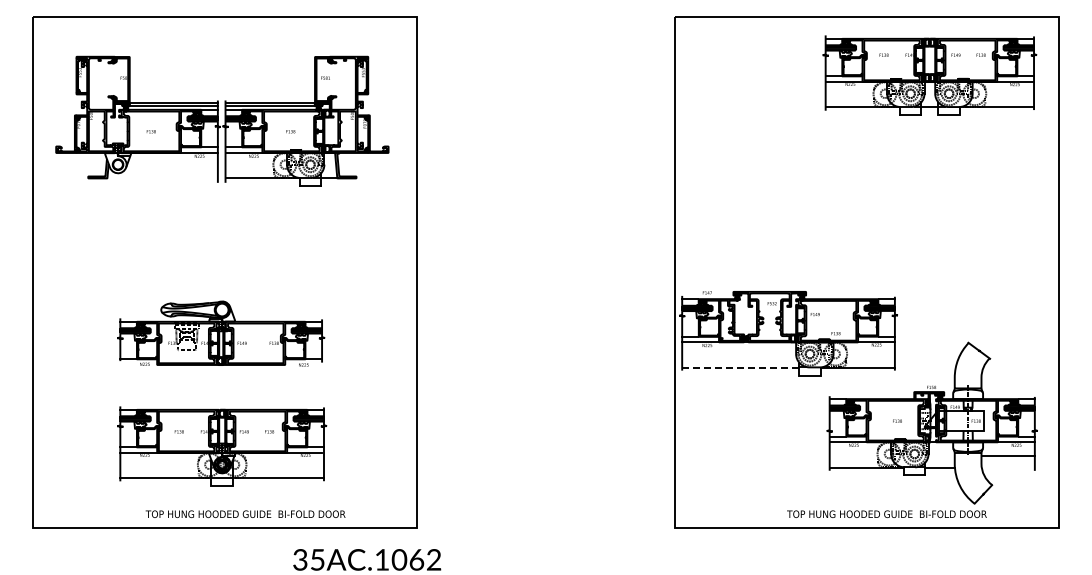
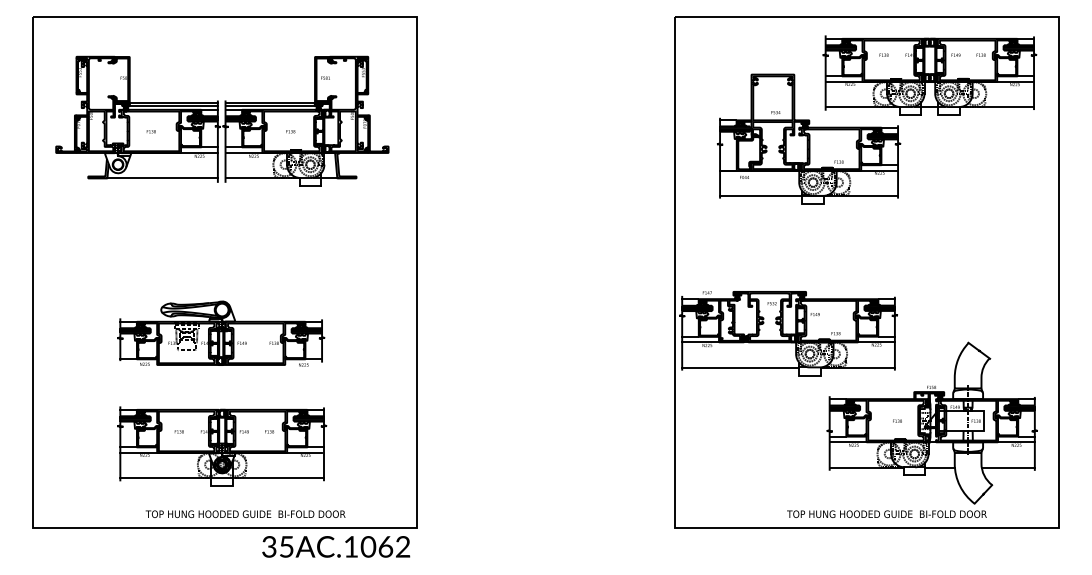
part at (809, 138): none -> present
line at (161, 178): none -> present
line at (740, 367): dashed -> solid
line at (1007, 455) position: (1007, 455) -> (1007, 467)
text at (367, 559) position: (367, 559) -> (336, 546)
